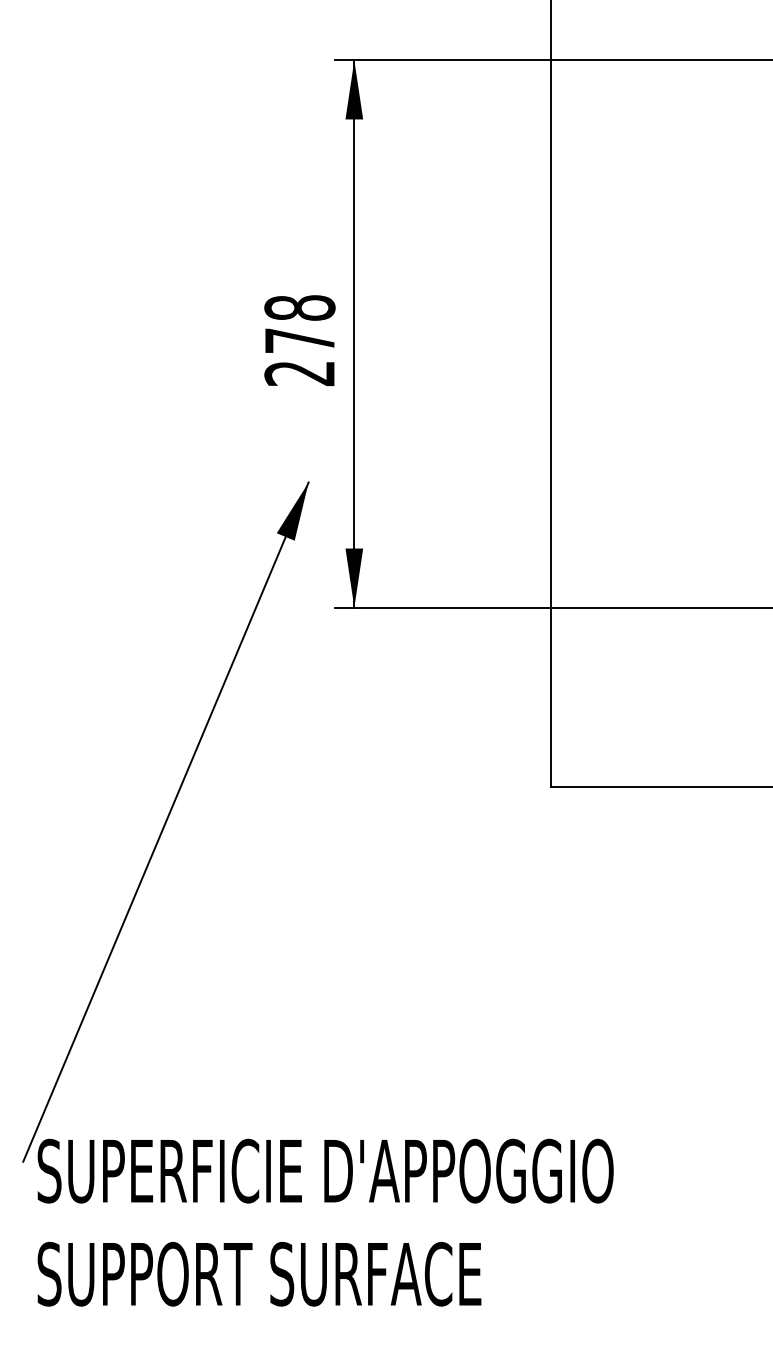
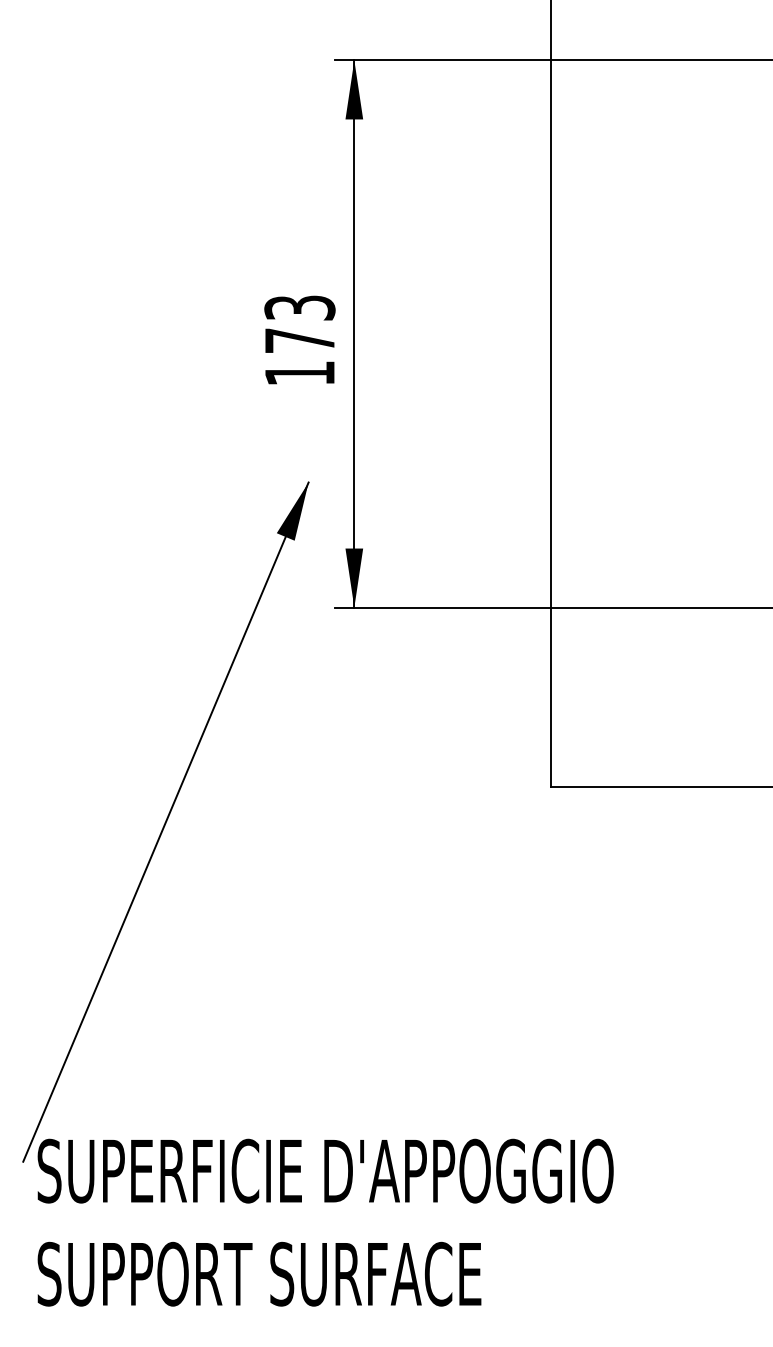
text at (299, 340): 278 -> 173
